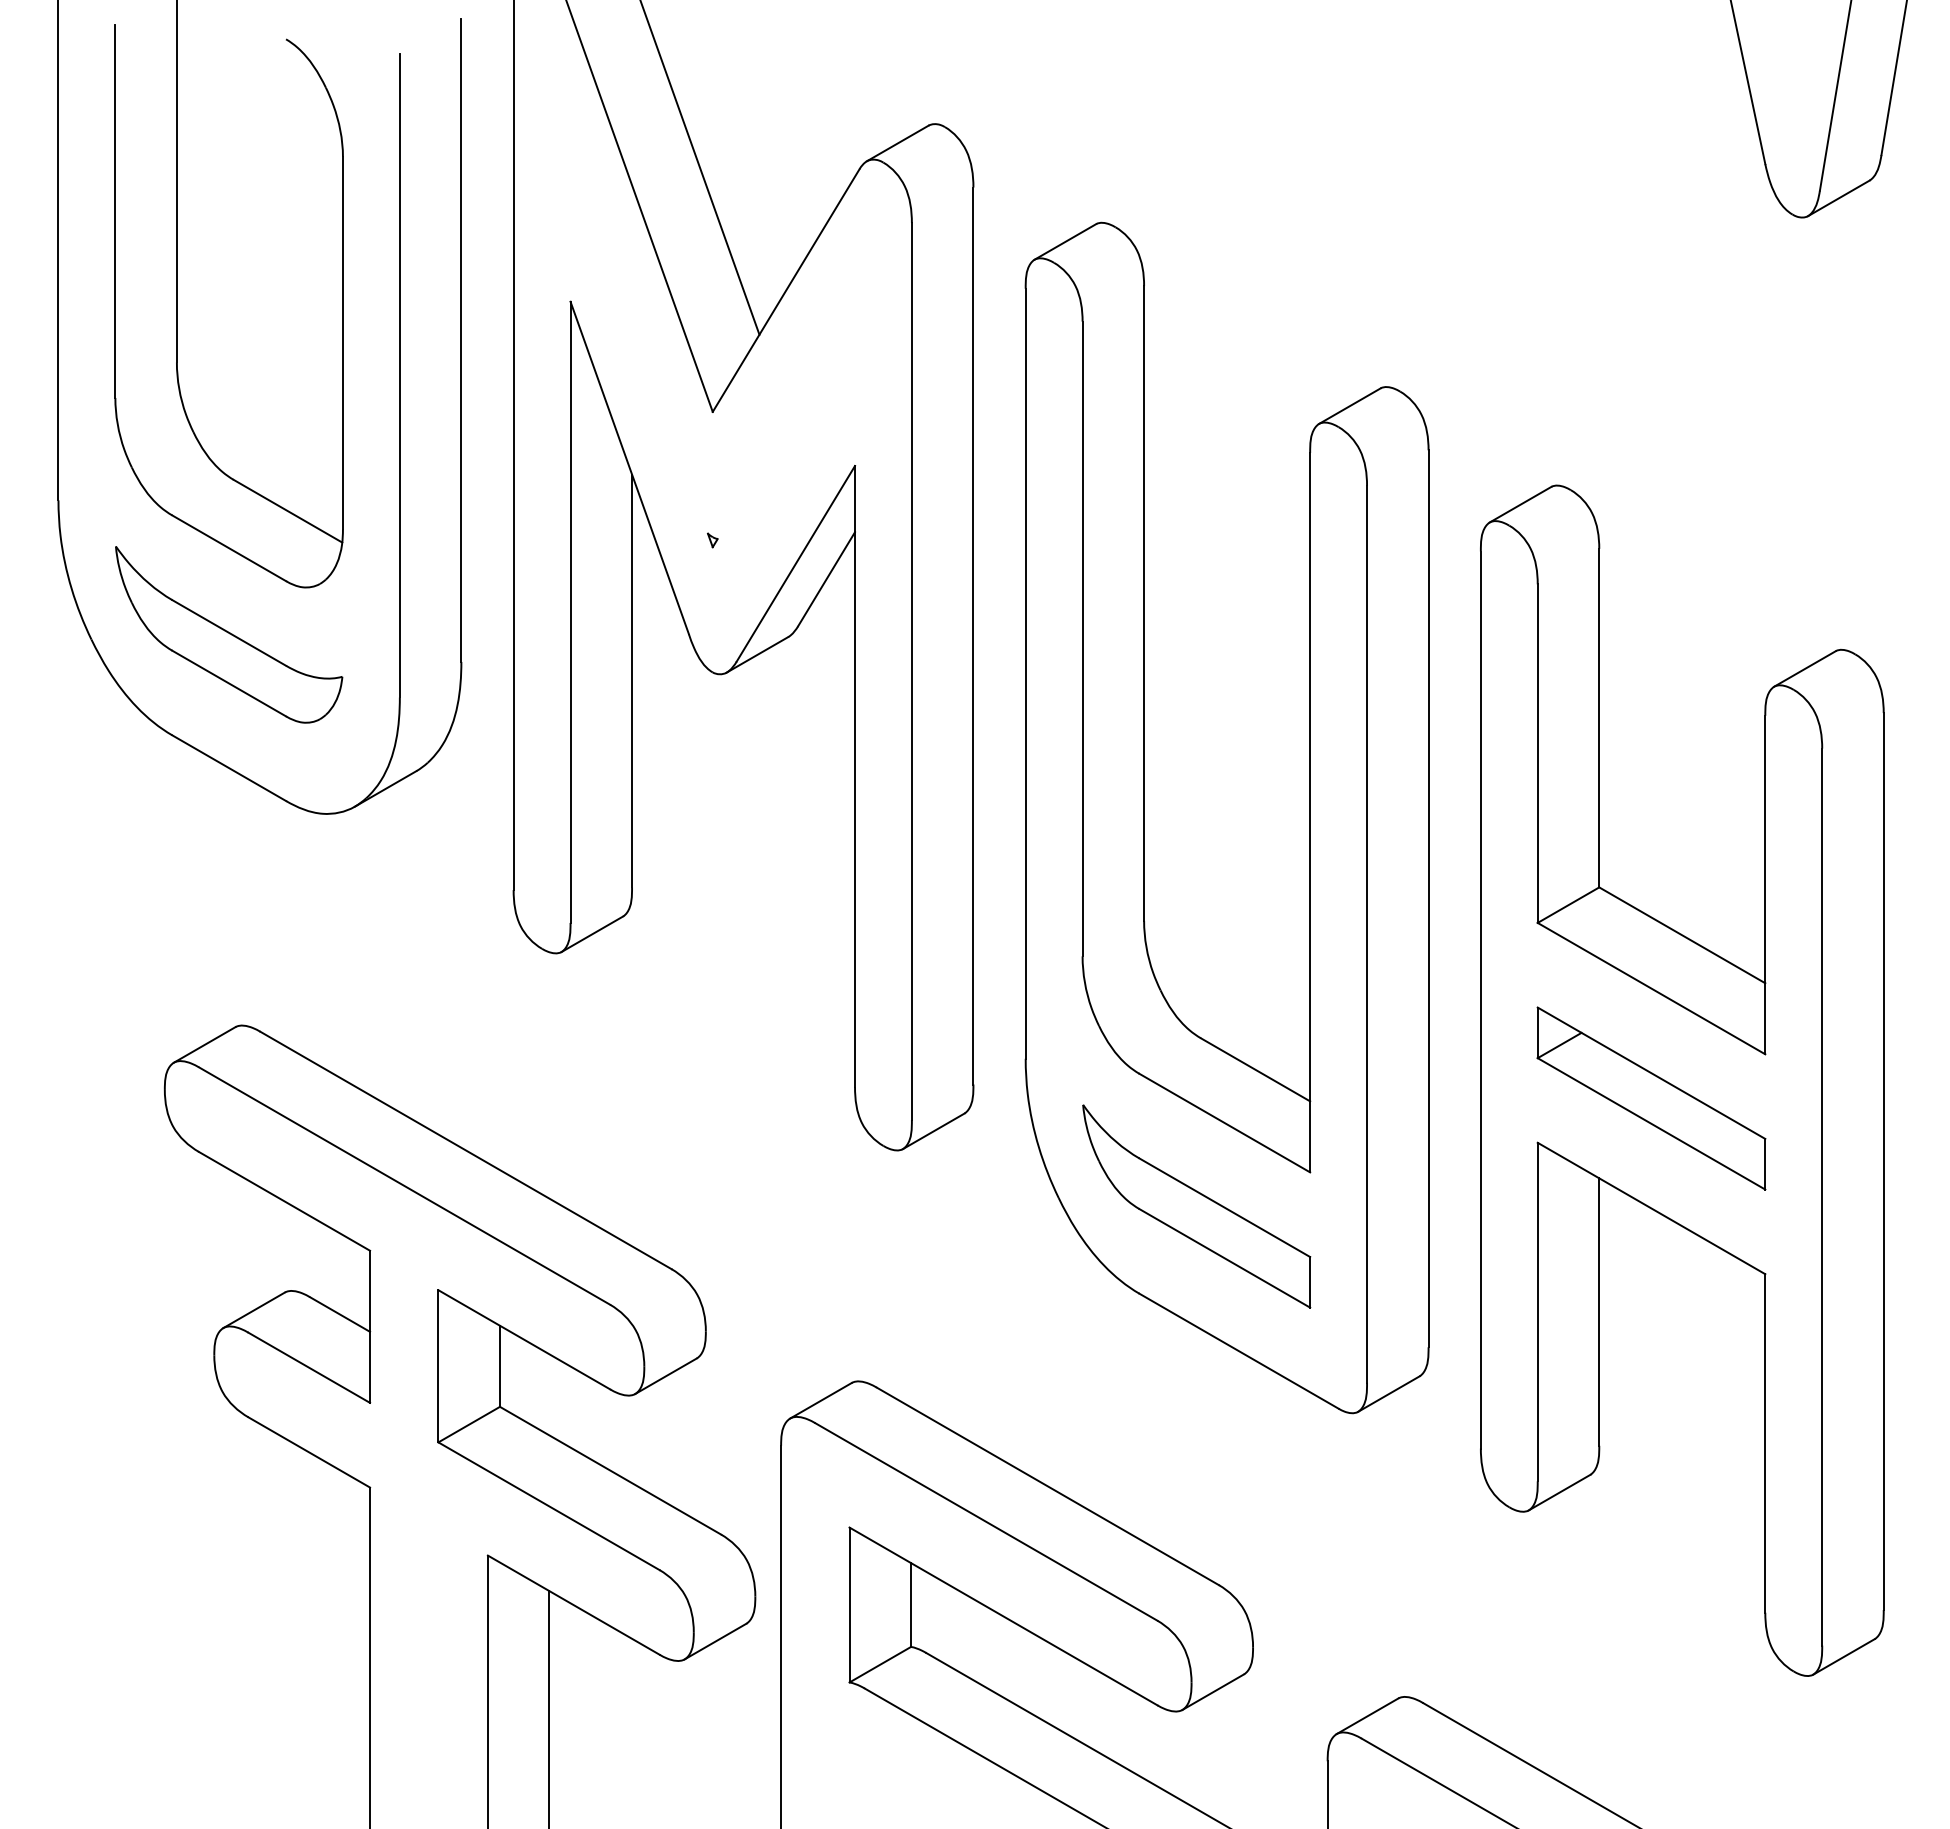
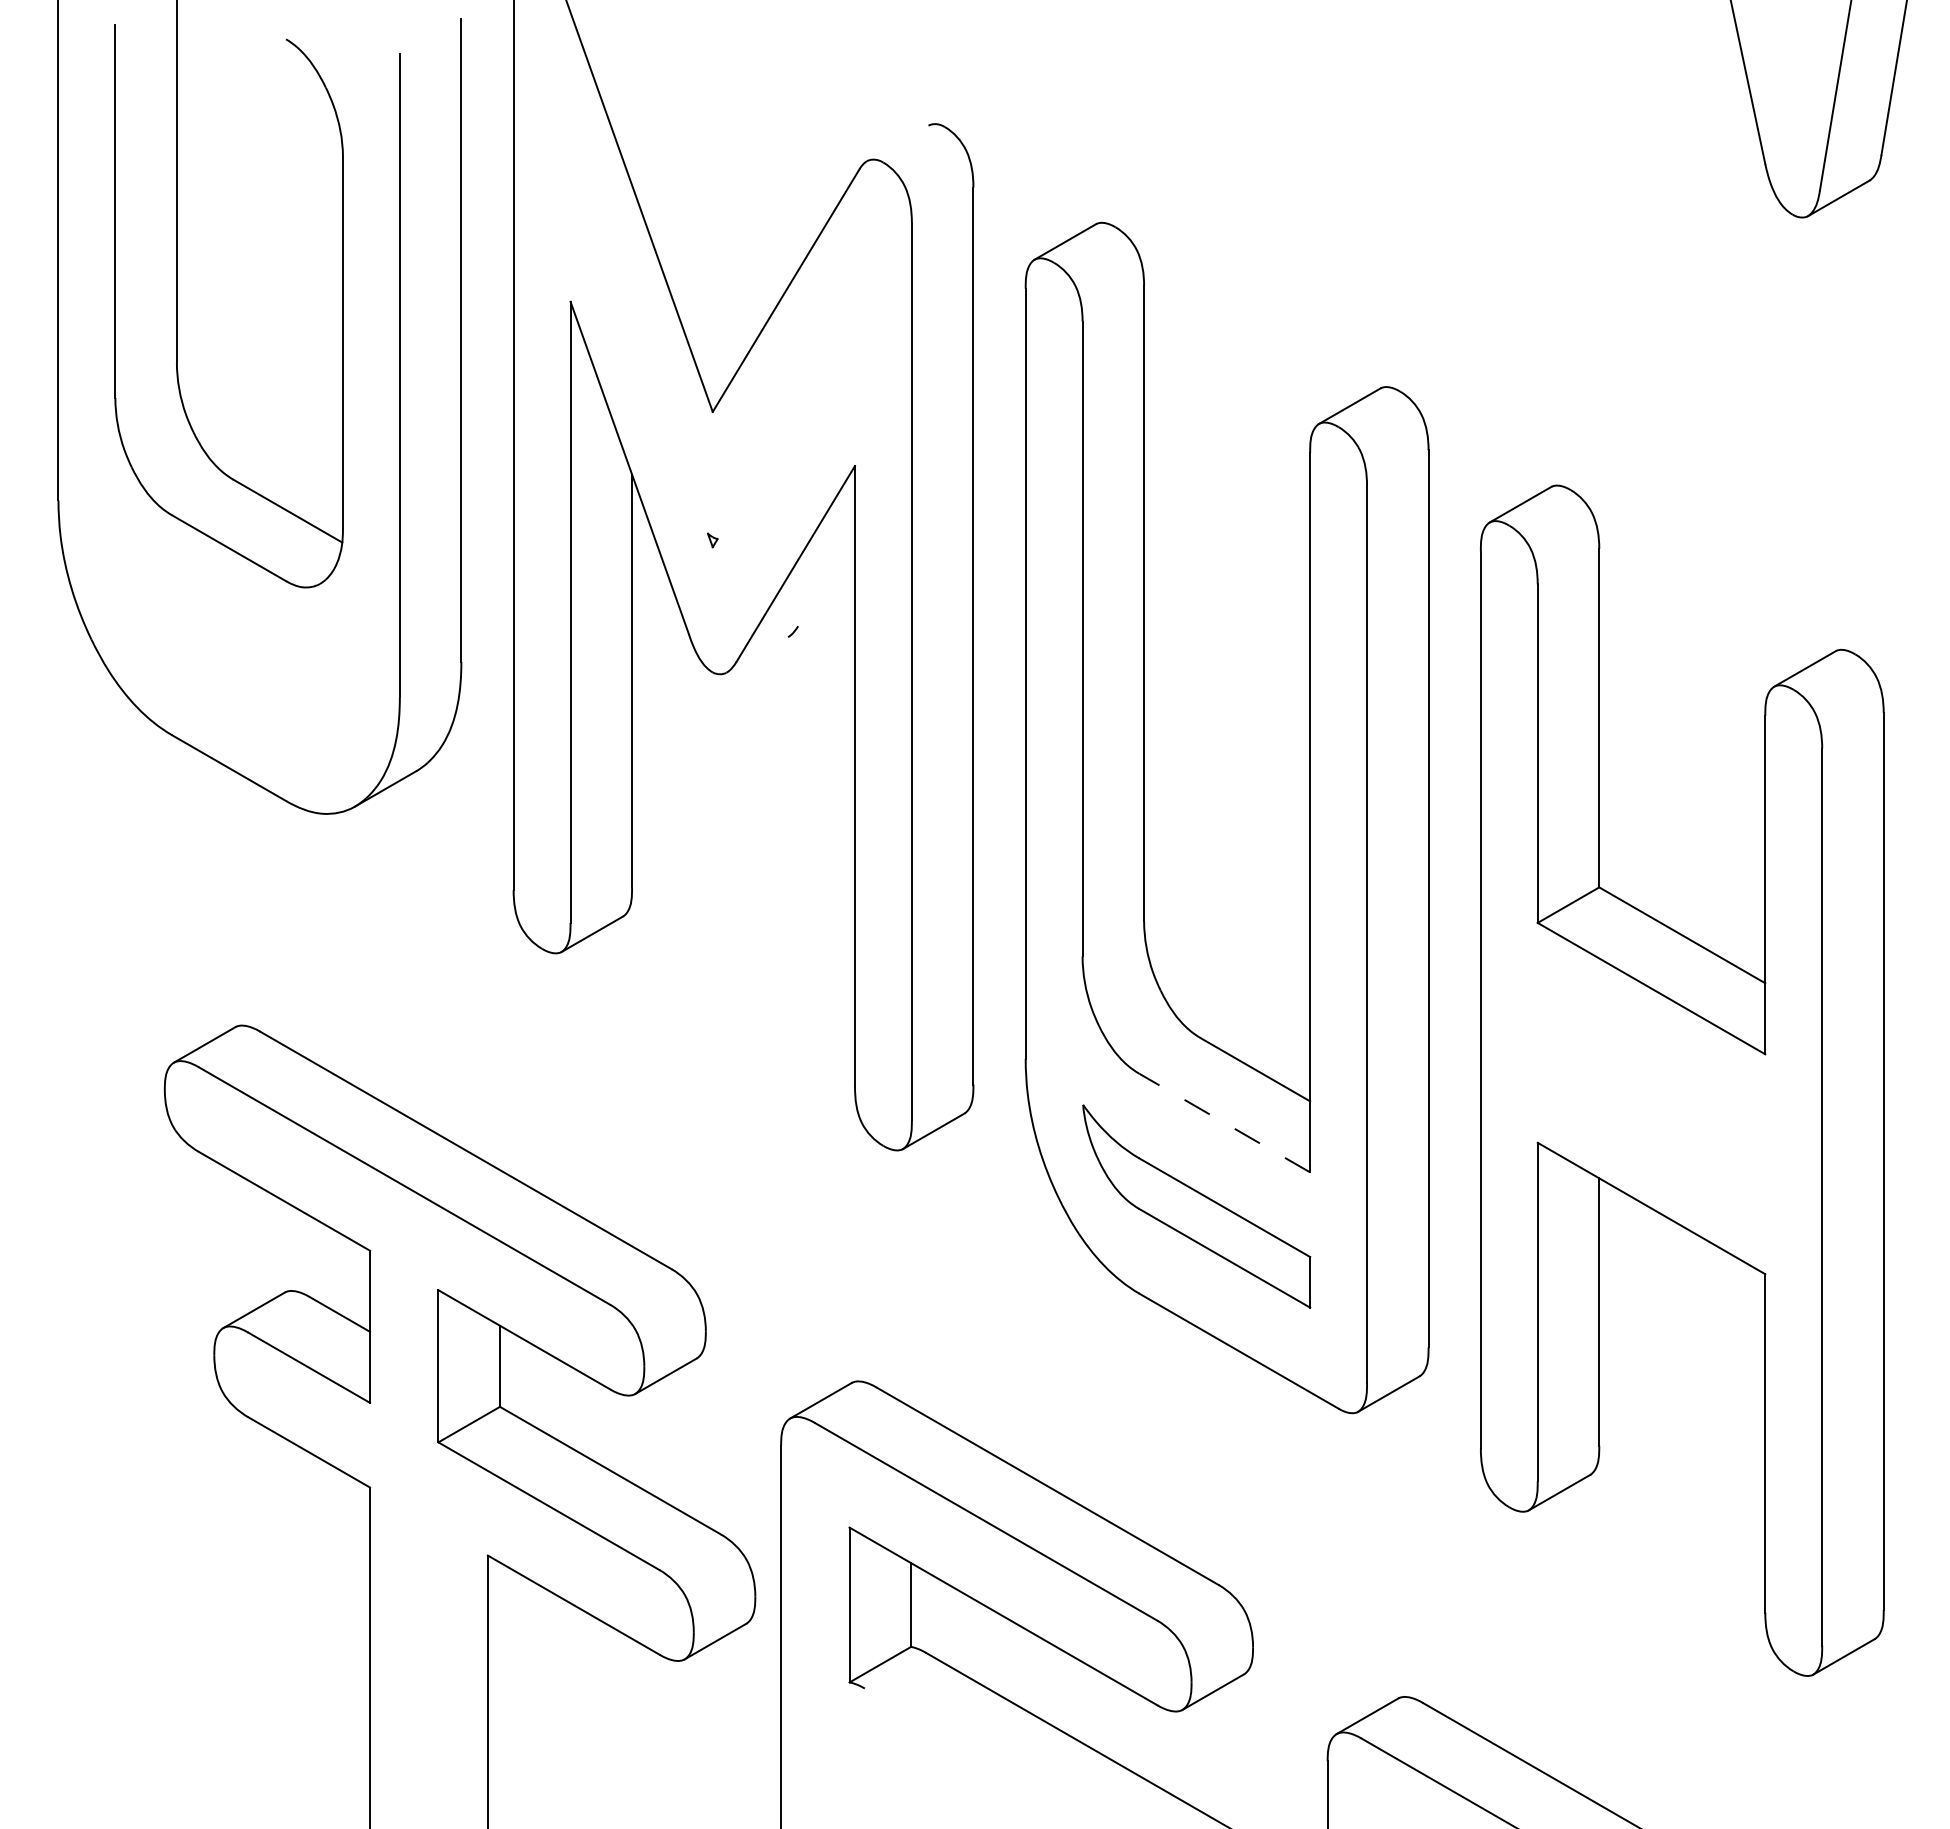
line at (897, 143): present -> none
line at (700, 168): present -> none
line at (826, 579): present -> none
part at (229, 634): present -> none
line at (757, 654): present -> none
part at (1651, 1098): present -> none
line at (1224, 1123): solid -> dashed
line at (549, 1708): present -> none
line at (983, 1756): present -> none
